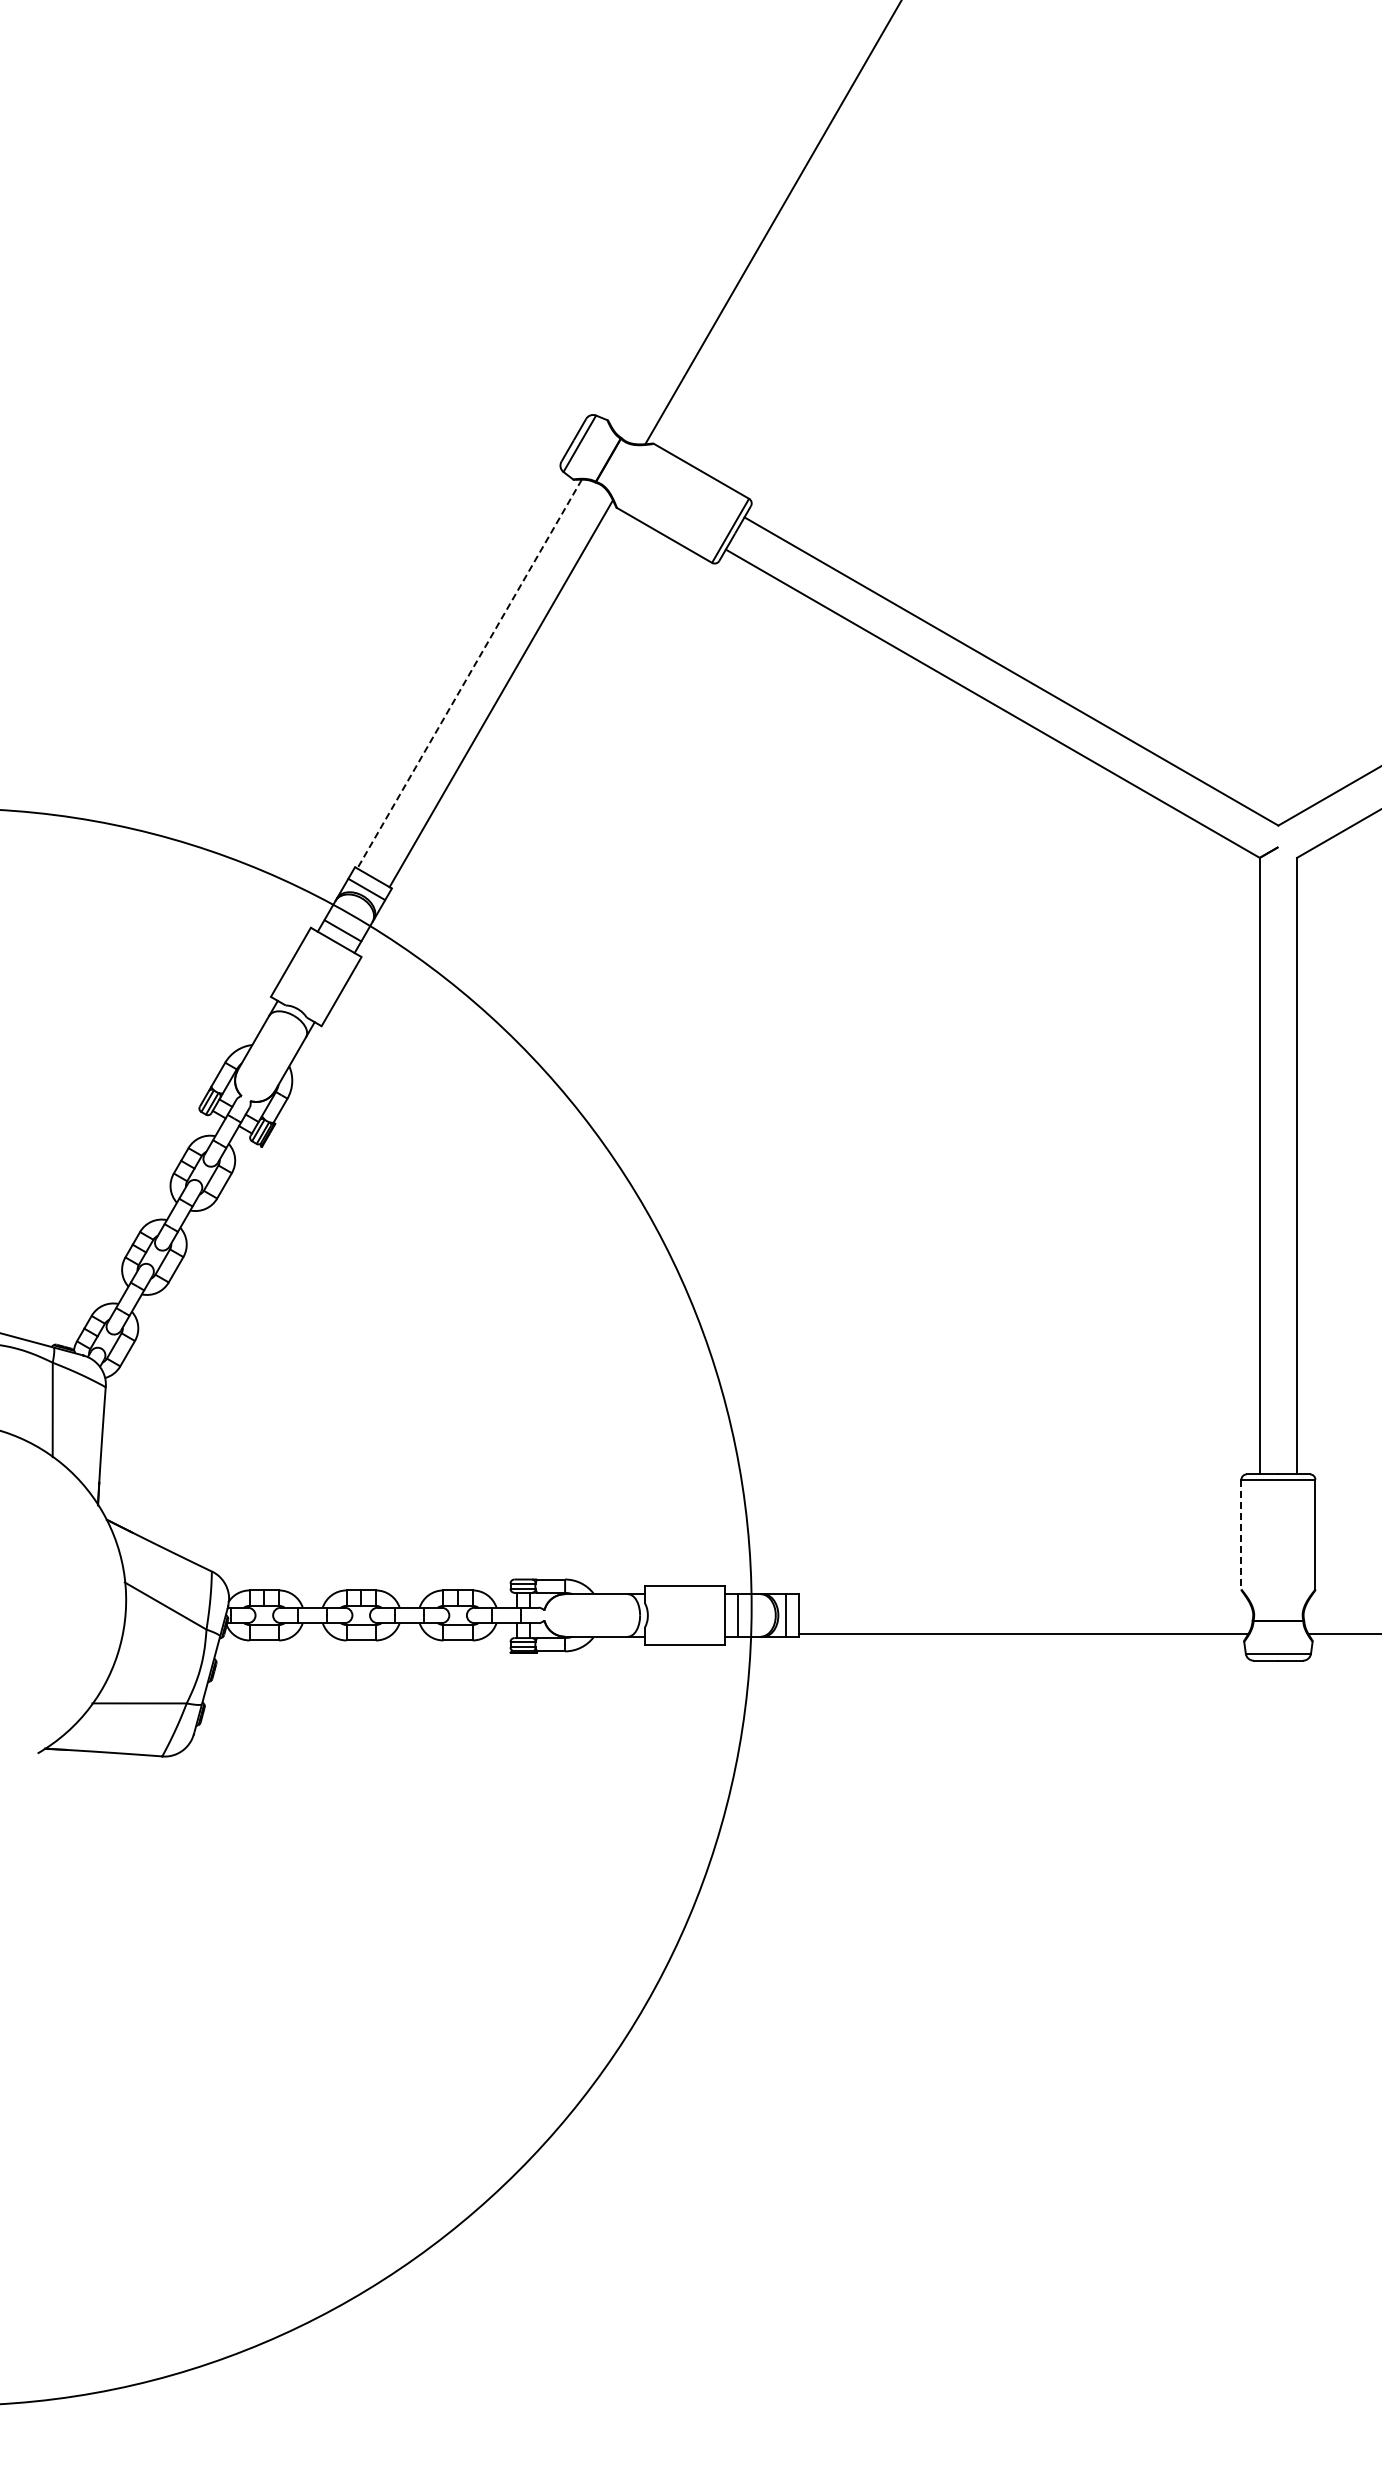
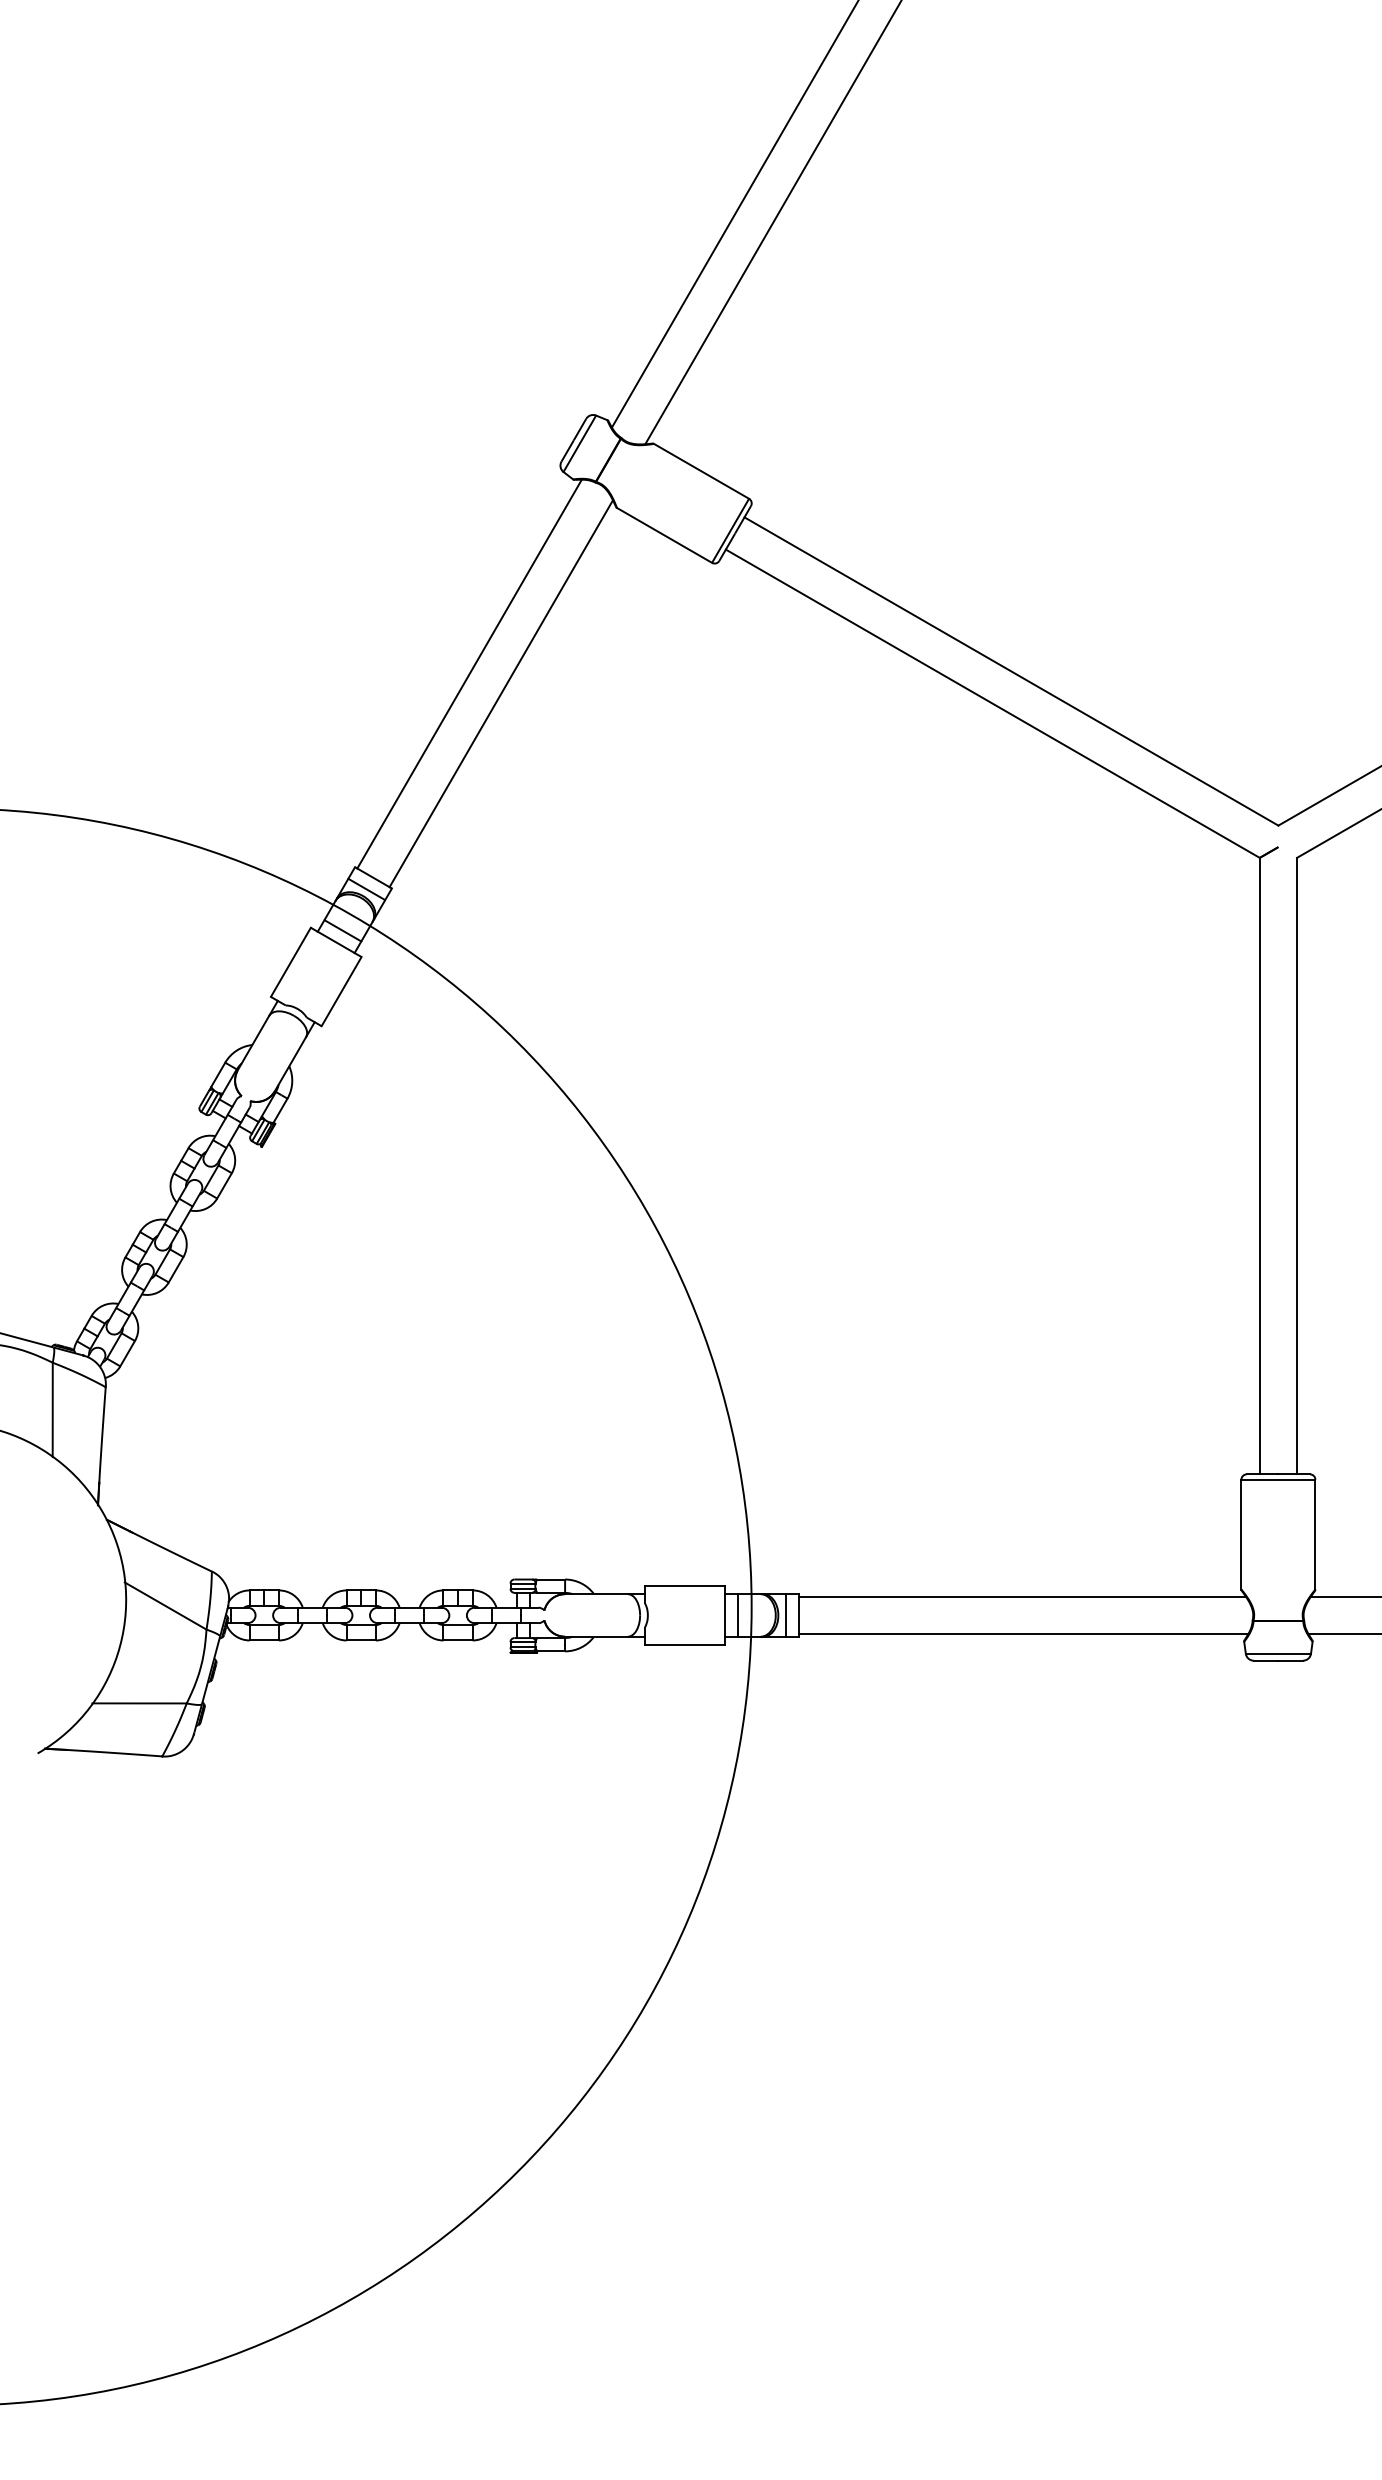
line at (734, 214): none -> present
line at (469, 674): dashed -> solid
line at (1241, 1534): dashed -> solid
line at (1022, 1596): none -> present
line at (1344, 1596): none -> present
